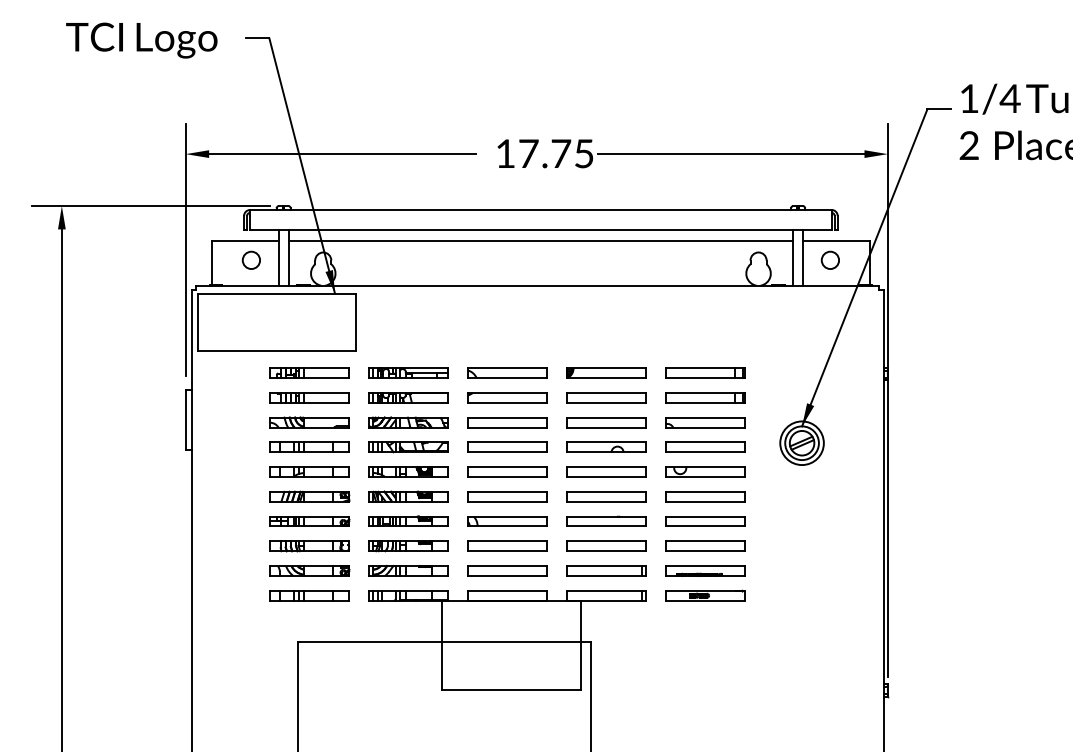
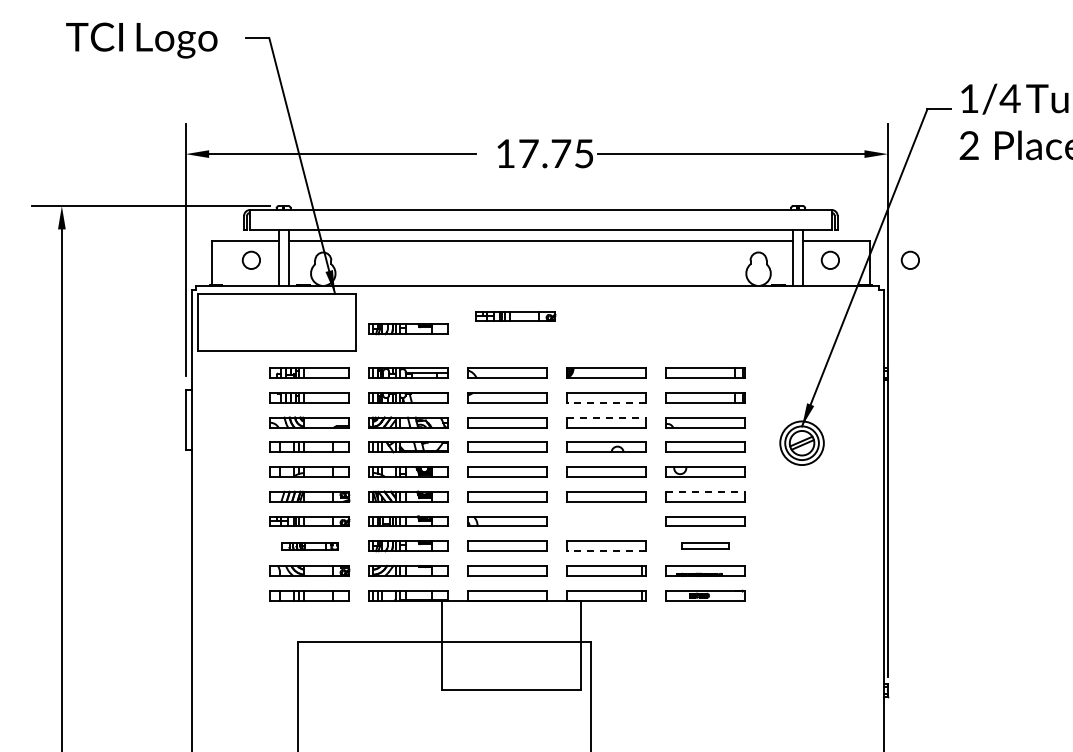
circle at (909, 259): none -> present
part at (515, 316): none -> present
part at (408, 329): none -> present
line at (606, 402): solid -> dashed
line at (606, 417): solid -> dashed
line at (705, 491): solid -> dashed
part at (606, 520): present -> none
part at (705, 545) size: 81x12 px -> 49x8 px
part at (309, 546) size: 82x13 px -> 58x9 px
line at (606, 551): solid -> dashed
